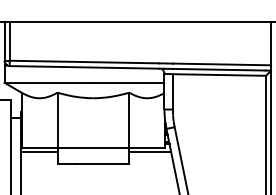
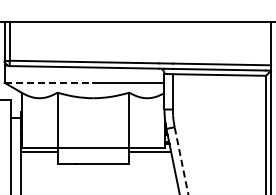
line at (49, 82): solid -> dashed
line at (181, 160): solid -> dashed
